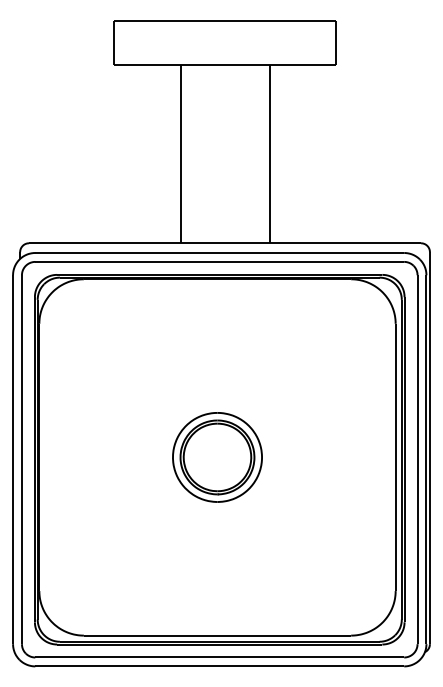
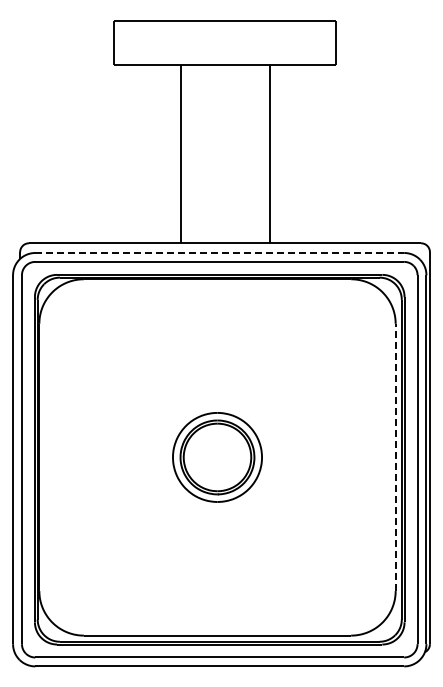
line at (220, 253): solid -> dashed
line at (395, 457): solid -> dashed
